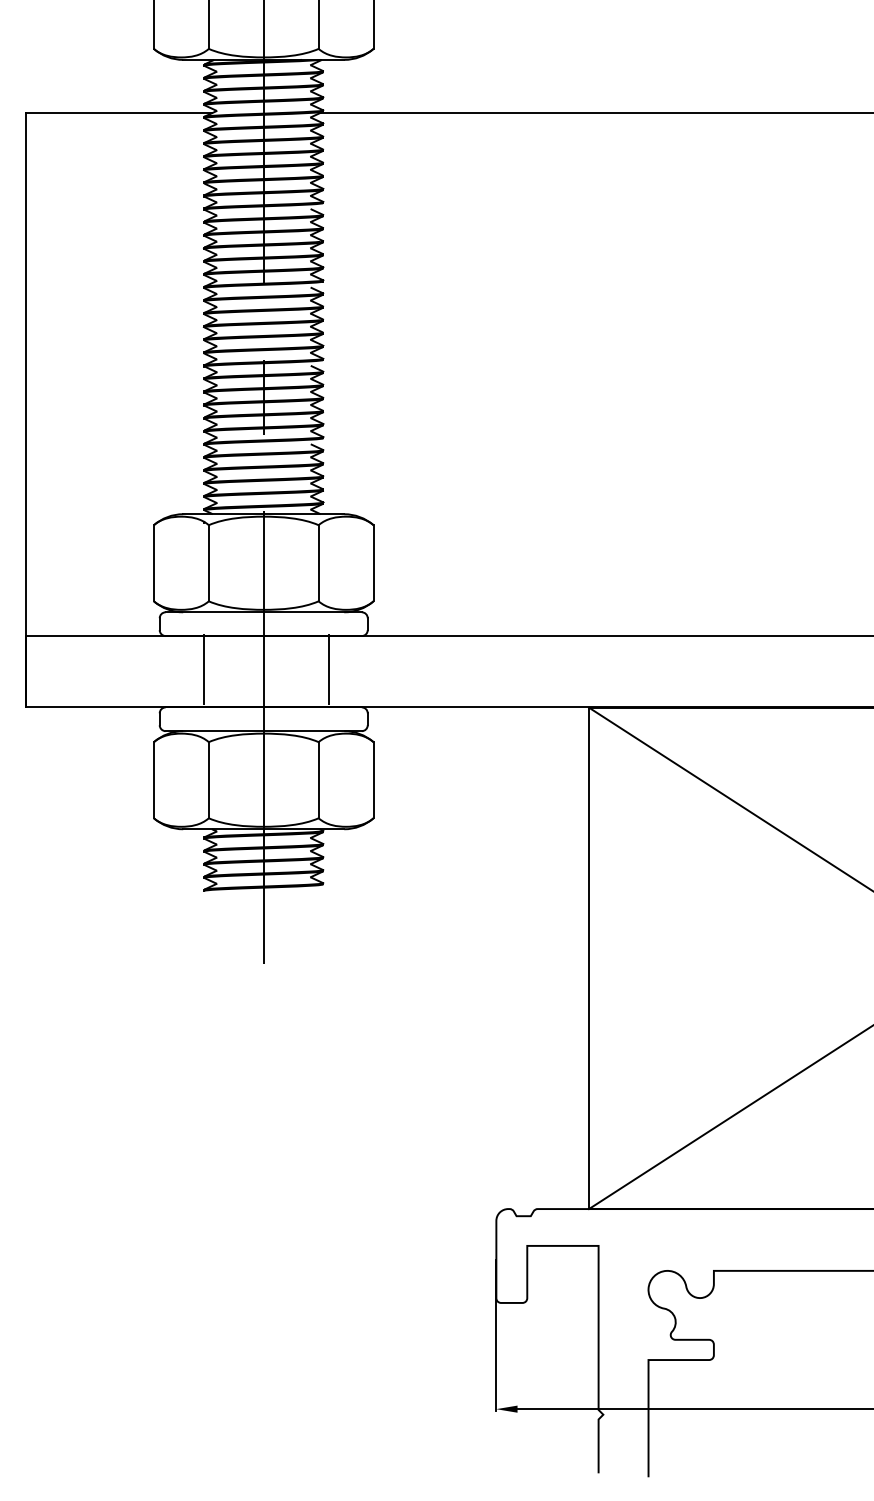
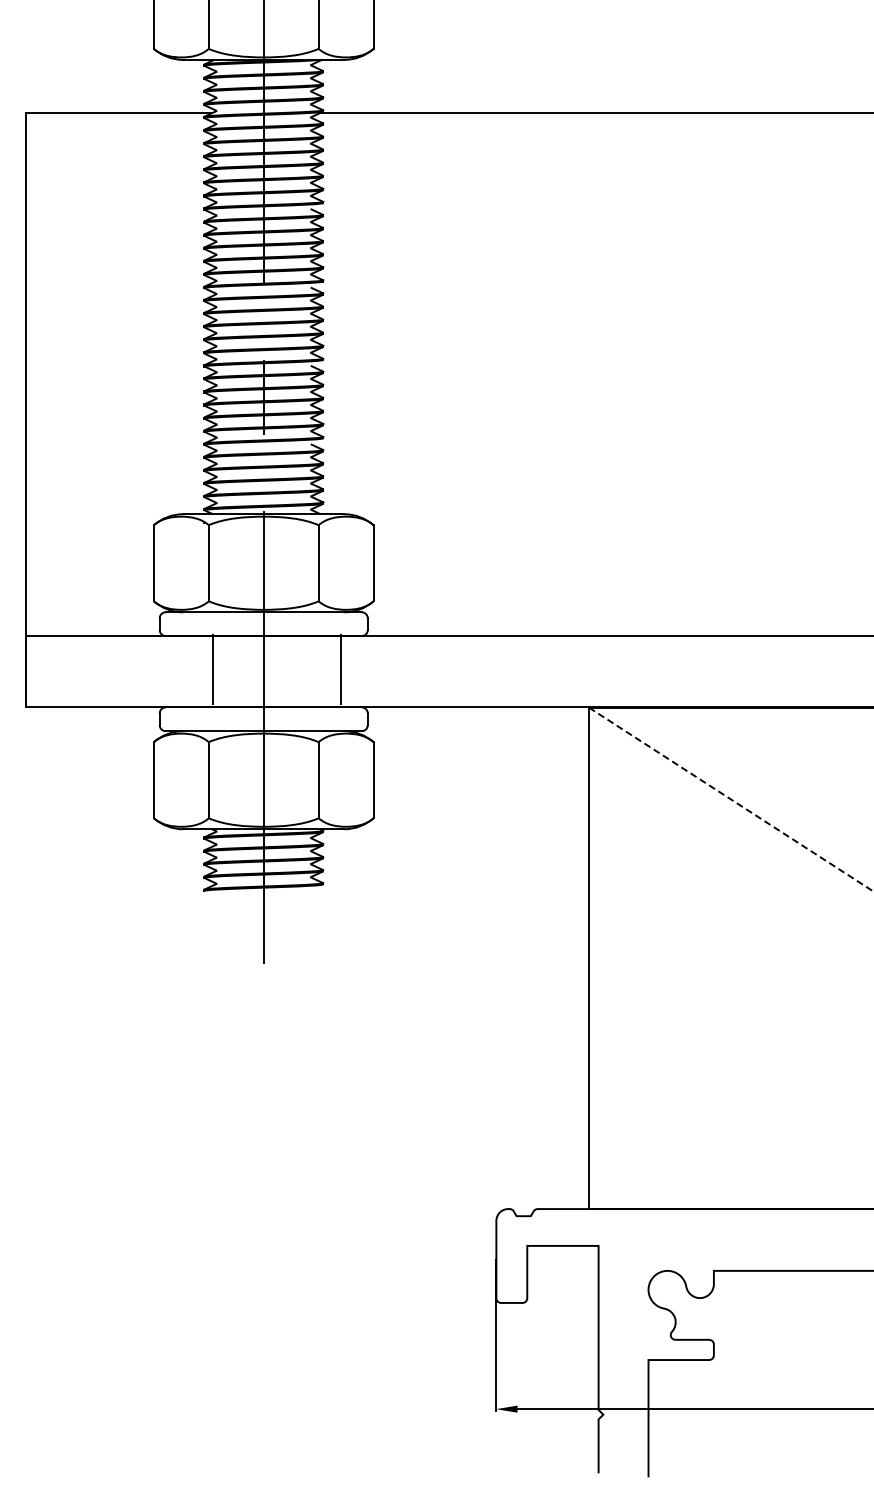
line at (204, 669) position: (204, 669) -> (213, 669)
line at (329, 669) position: (329, 669) -> (341, 669)
line at (731, 799): solid -> dashed
line at (729, 1118): present -> none
